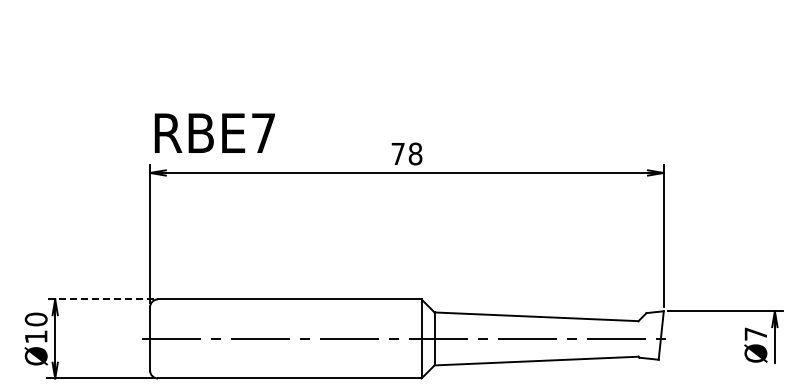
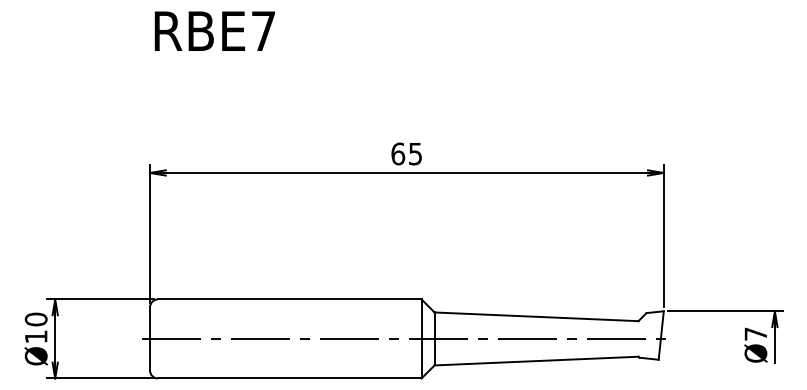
text at (214, 132) position: (214, 132) -> (214, 30)
text at (406, 153): 78 -> 65
line at (100, 299): dashed -> solid
